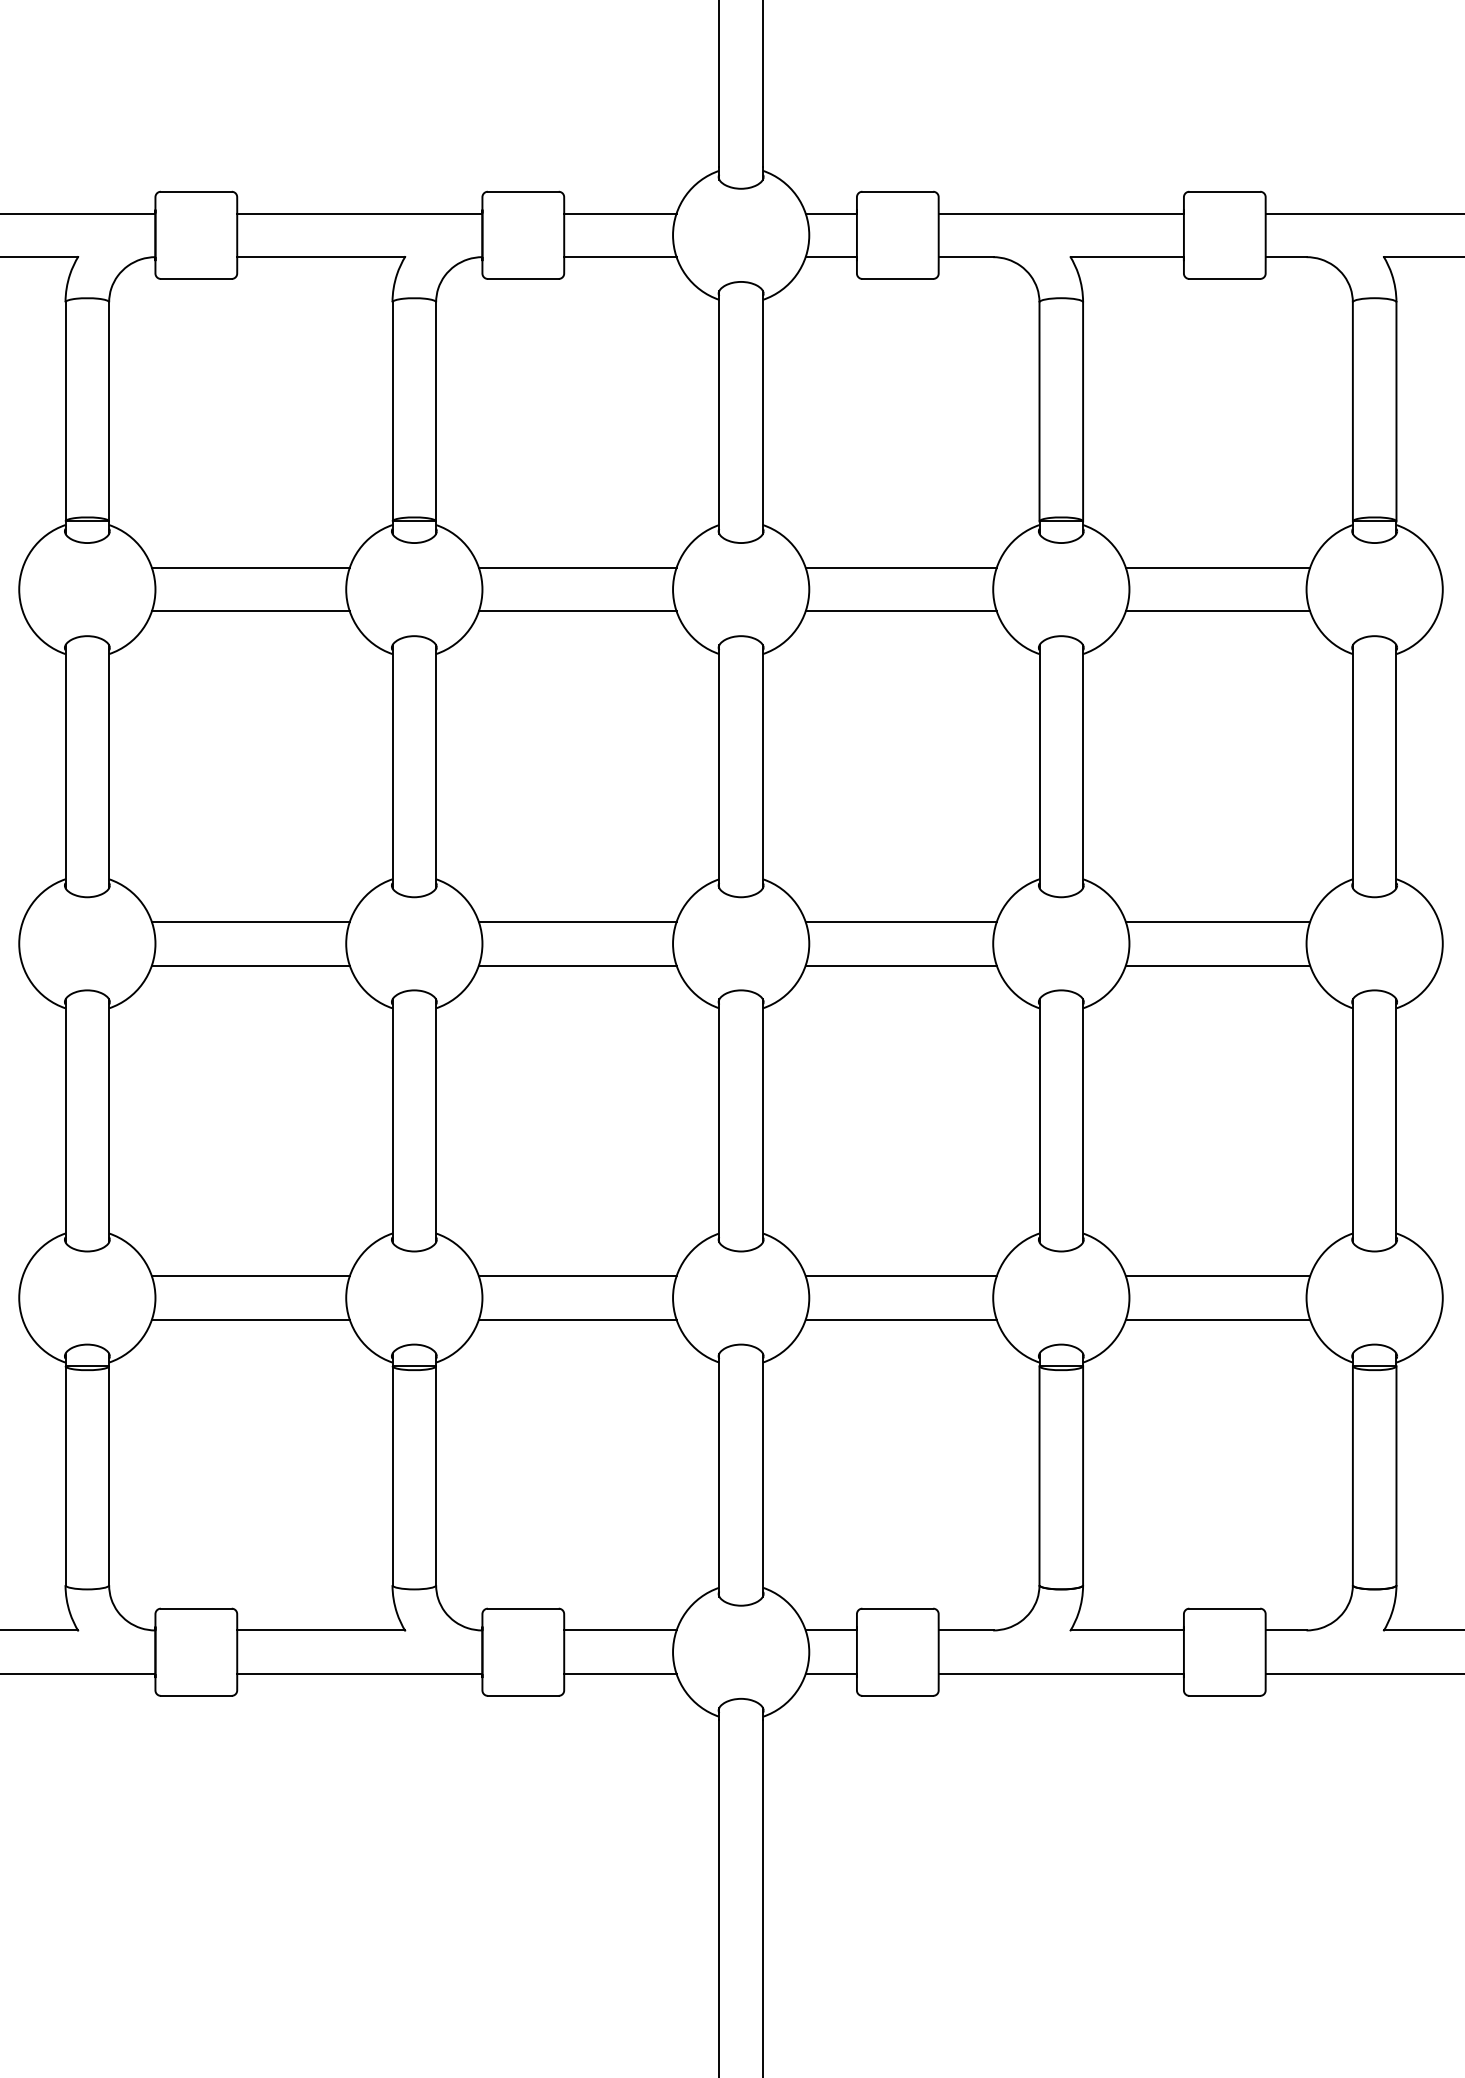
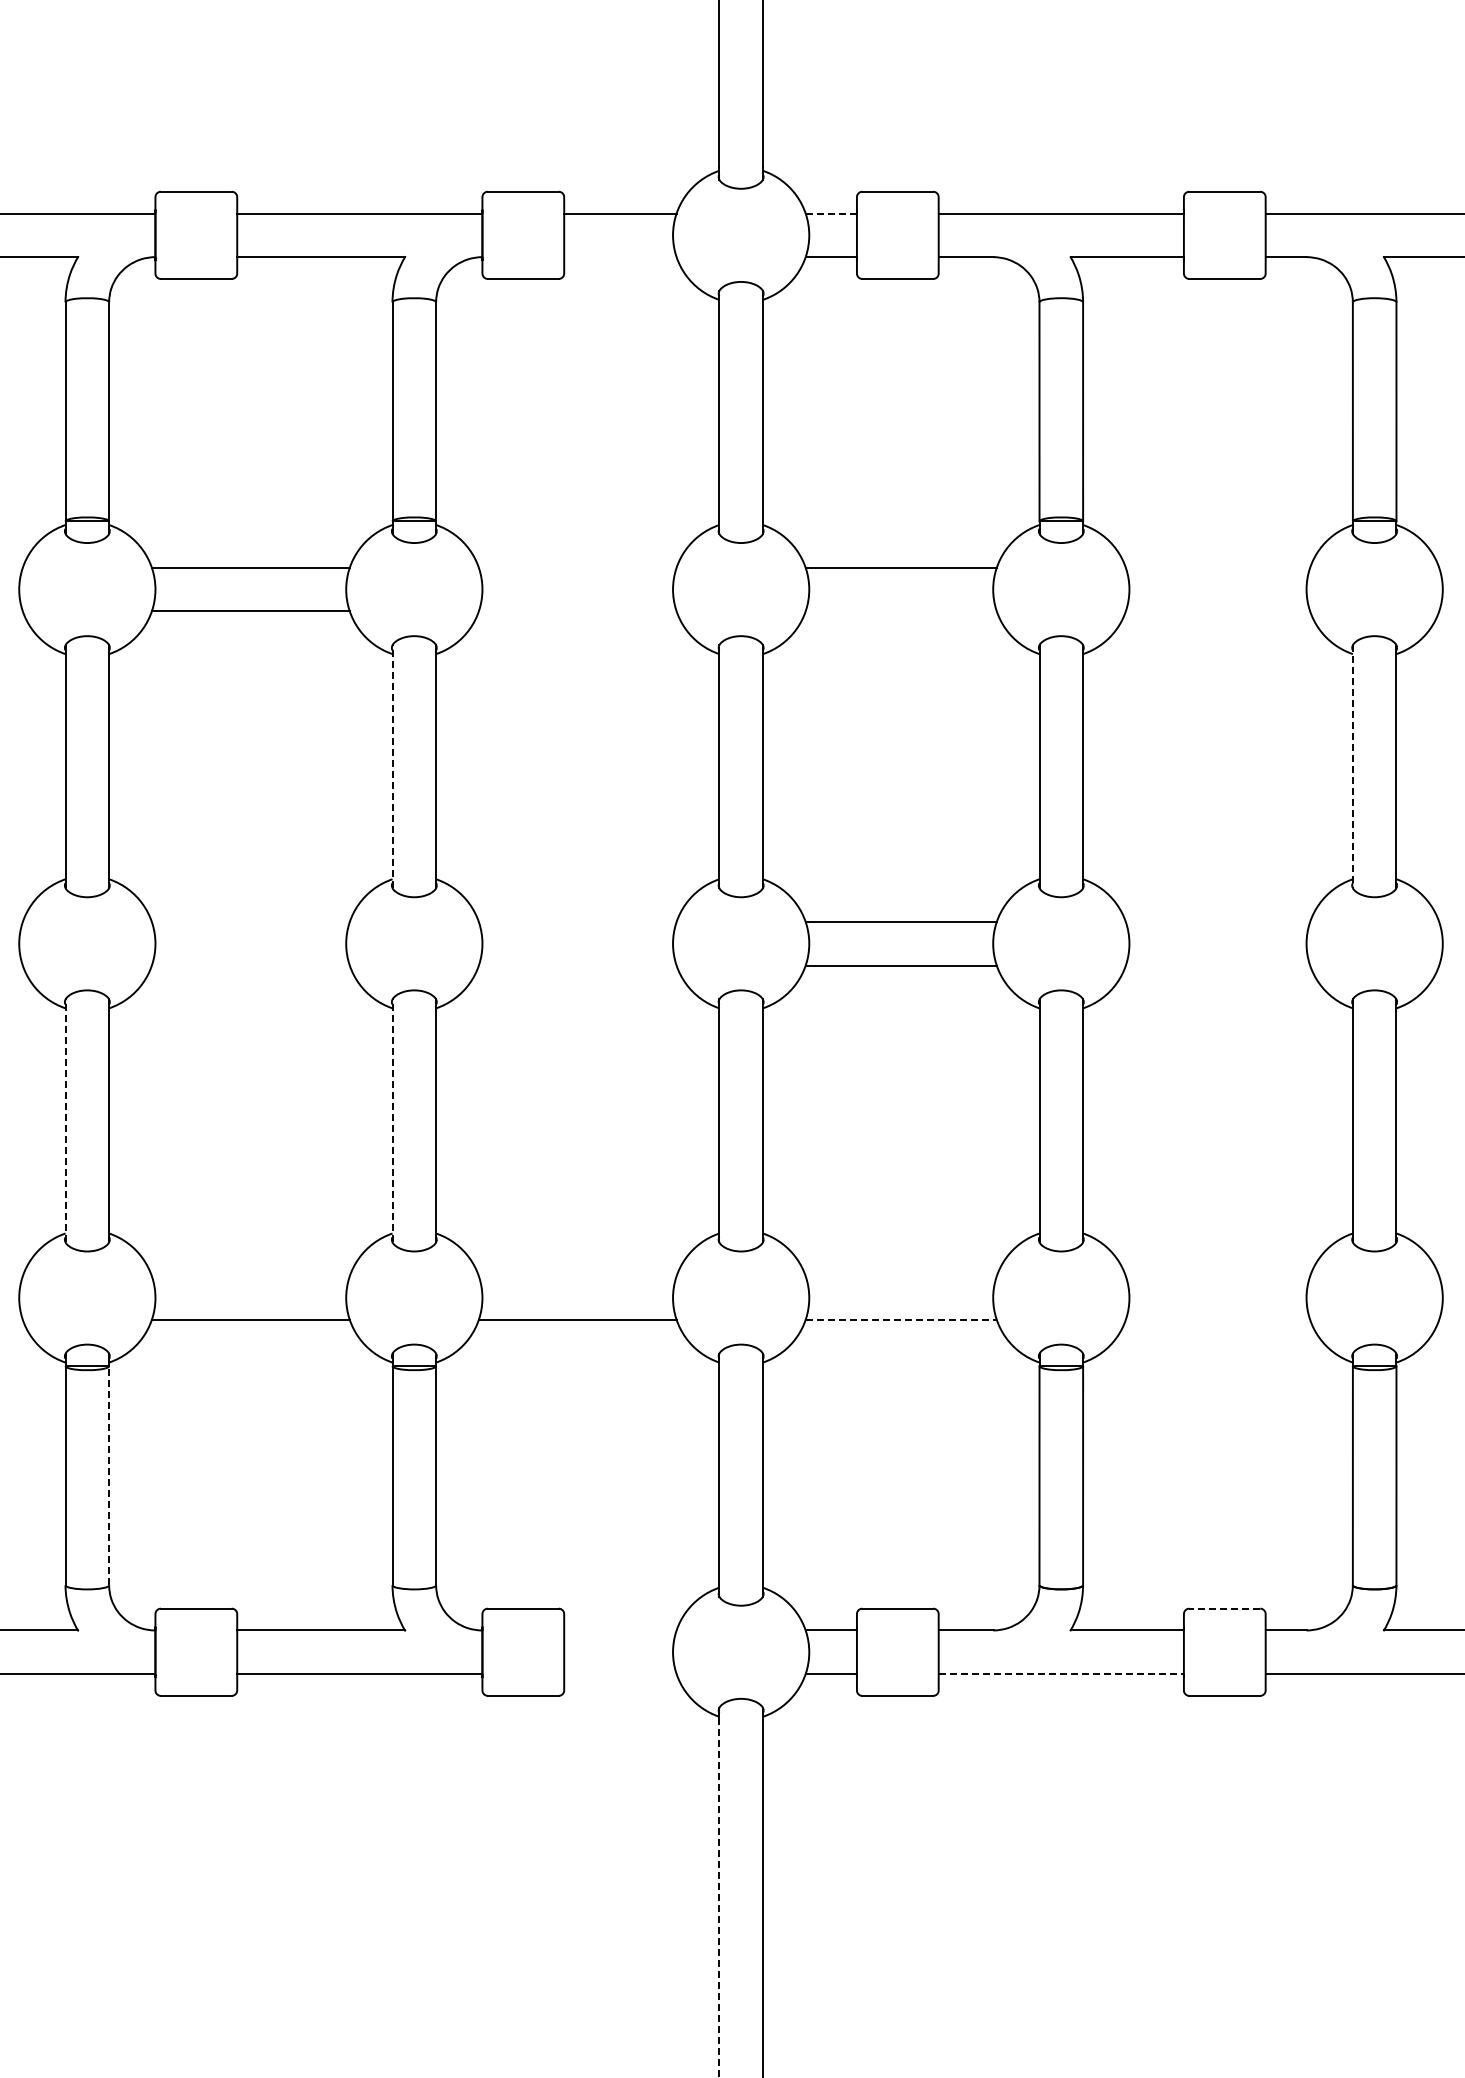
line at (831, 213): solid -> dashed
line at (620, 257): present -> none
line at (577, 567): present -> none
line at (1217, 567): present -> none
line at (577, 611): present -> none
line at (900, 611): present -> none
line at (1217, 611): present -> none
line at (392, 766): solid -> dashed
line at (1352, 766): solid -> dashed
line at (250, 922): present -> none
line at (577, 922): present -> none
line at (1217, 922): present -> none
line at (250, 965): present -> none
line at (577, 965): present -> none
line at (1217, 965): present -> none
line at (65, 1120): solid -> dashed
line at (392, 1120): solid -> dashed
line at (250, 1276): present -> none
line at (577, 1276): present -> none
line at (900, 1276): present -> none
line at (1217, 1276): present -> none
line at (901, 1319): solid -> dashed
line at (1217, 1319): present -> none
line at (109, 1475): solid -> dashed
line at (1224, 1608): solid -> dashed
line at (620, 1630): present -> none
line at (620, 1674): present -> none
line at (1061, 1674): solid -> dashed
line at (719, 1898): solid -> dashed
